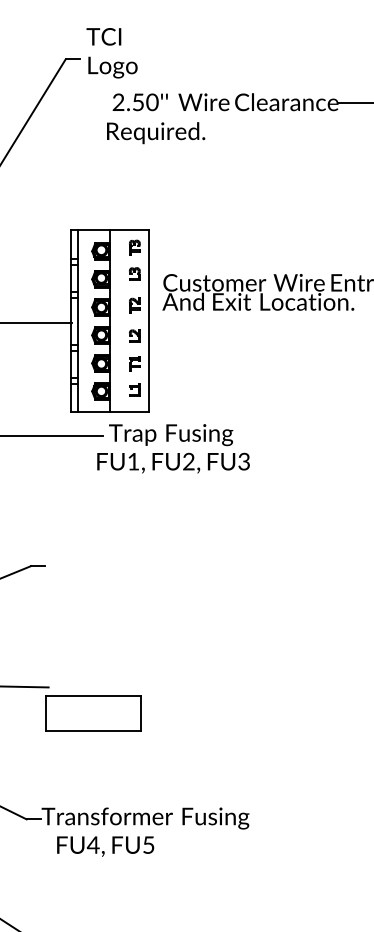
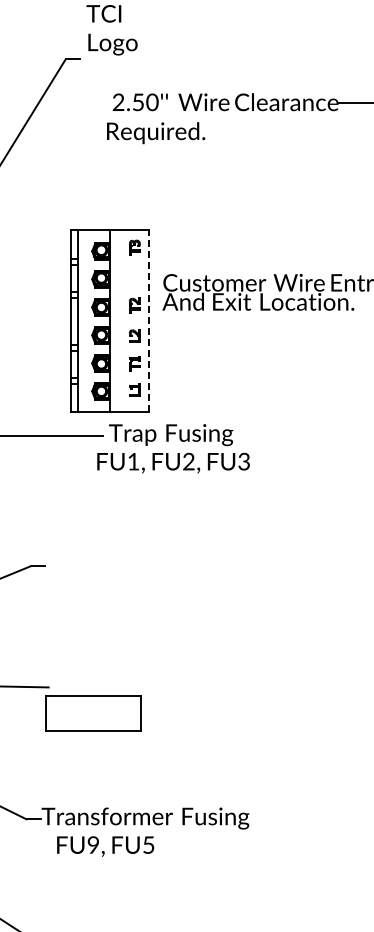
text at (111, 53) position: (111, 53) -> (111, 30)
part at (134, 273): present -> none
line at (149, 321): solid -> dashed
line at (36, 322): present -> none
text at (92, 844): FU4, -> FU9,
